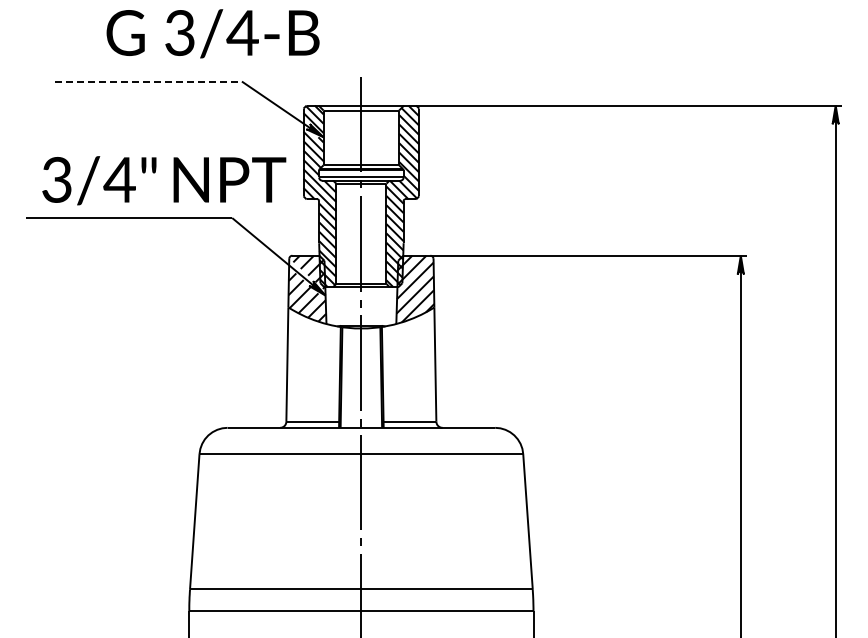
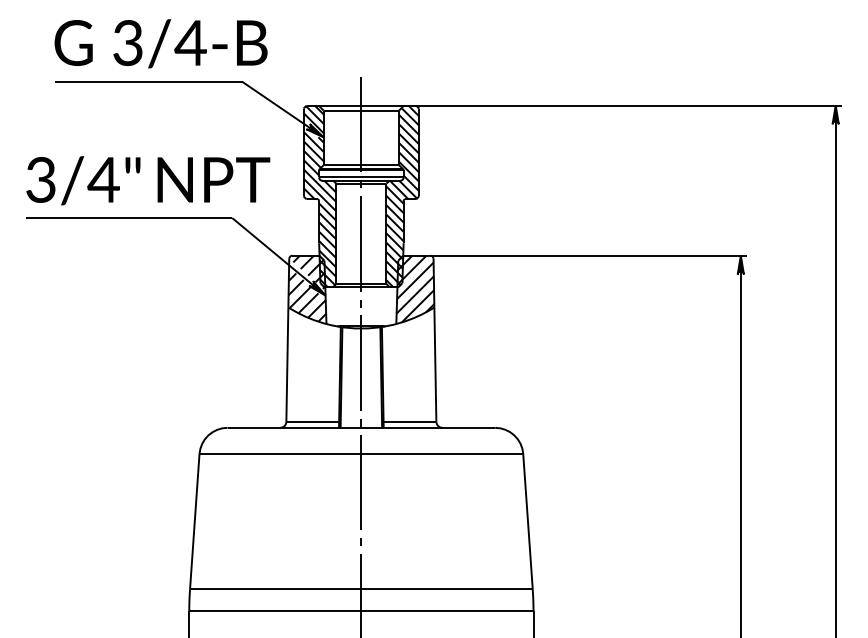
text at (212, 33) position: (212, 33) -> (160, 43)
line at (148, 81): dashed -> solid
text at (164, 180) position: (164, 180) -> (148, 180)
